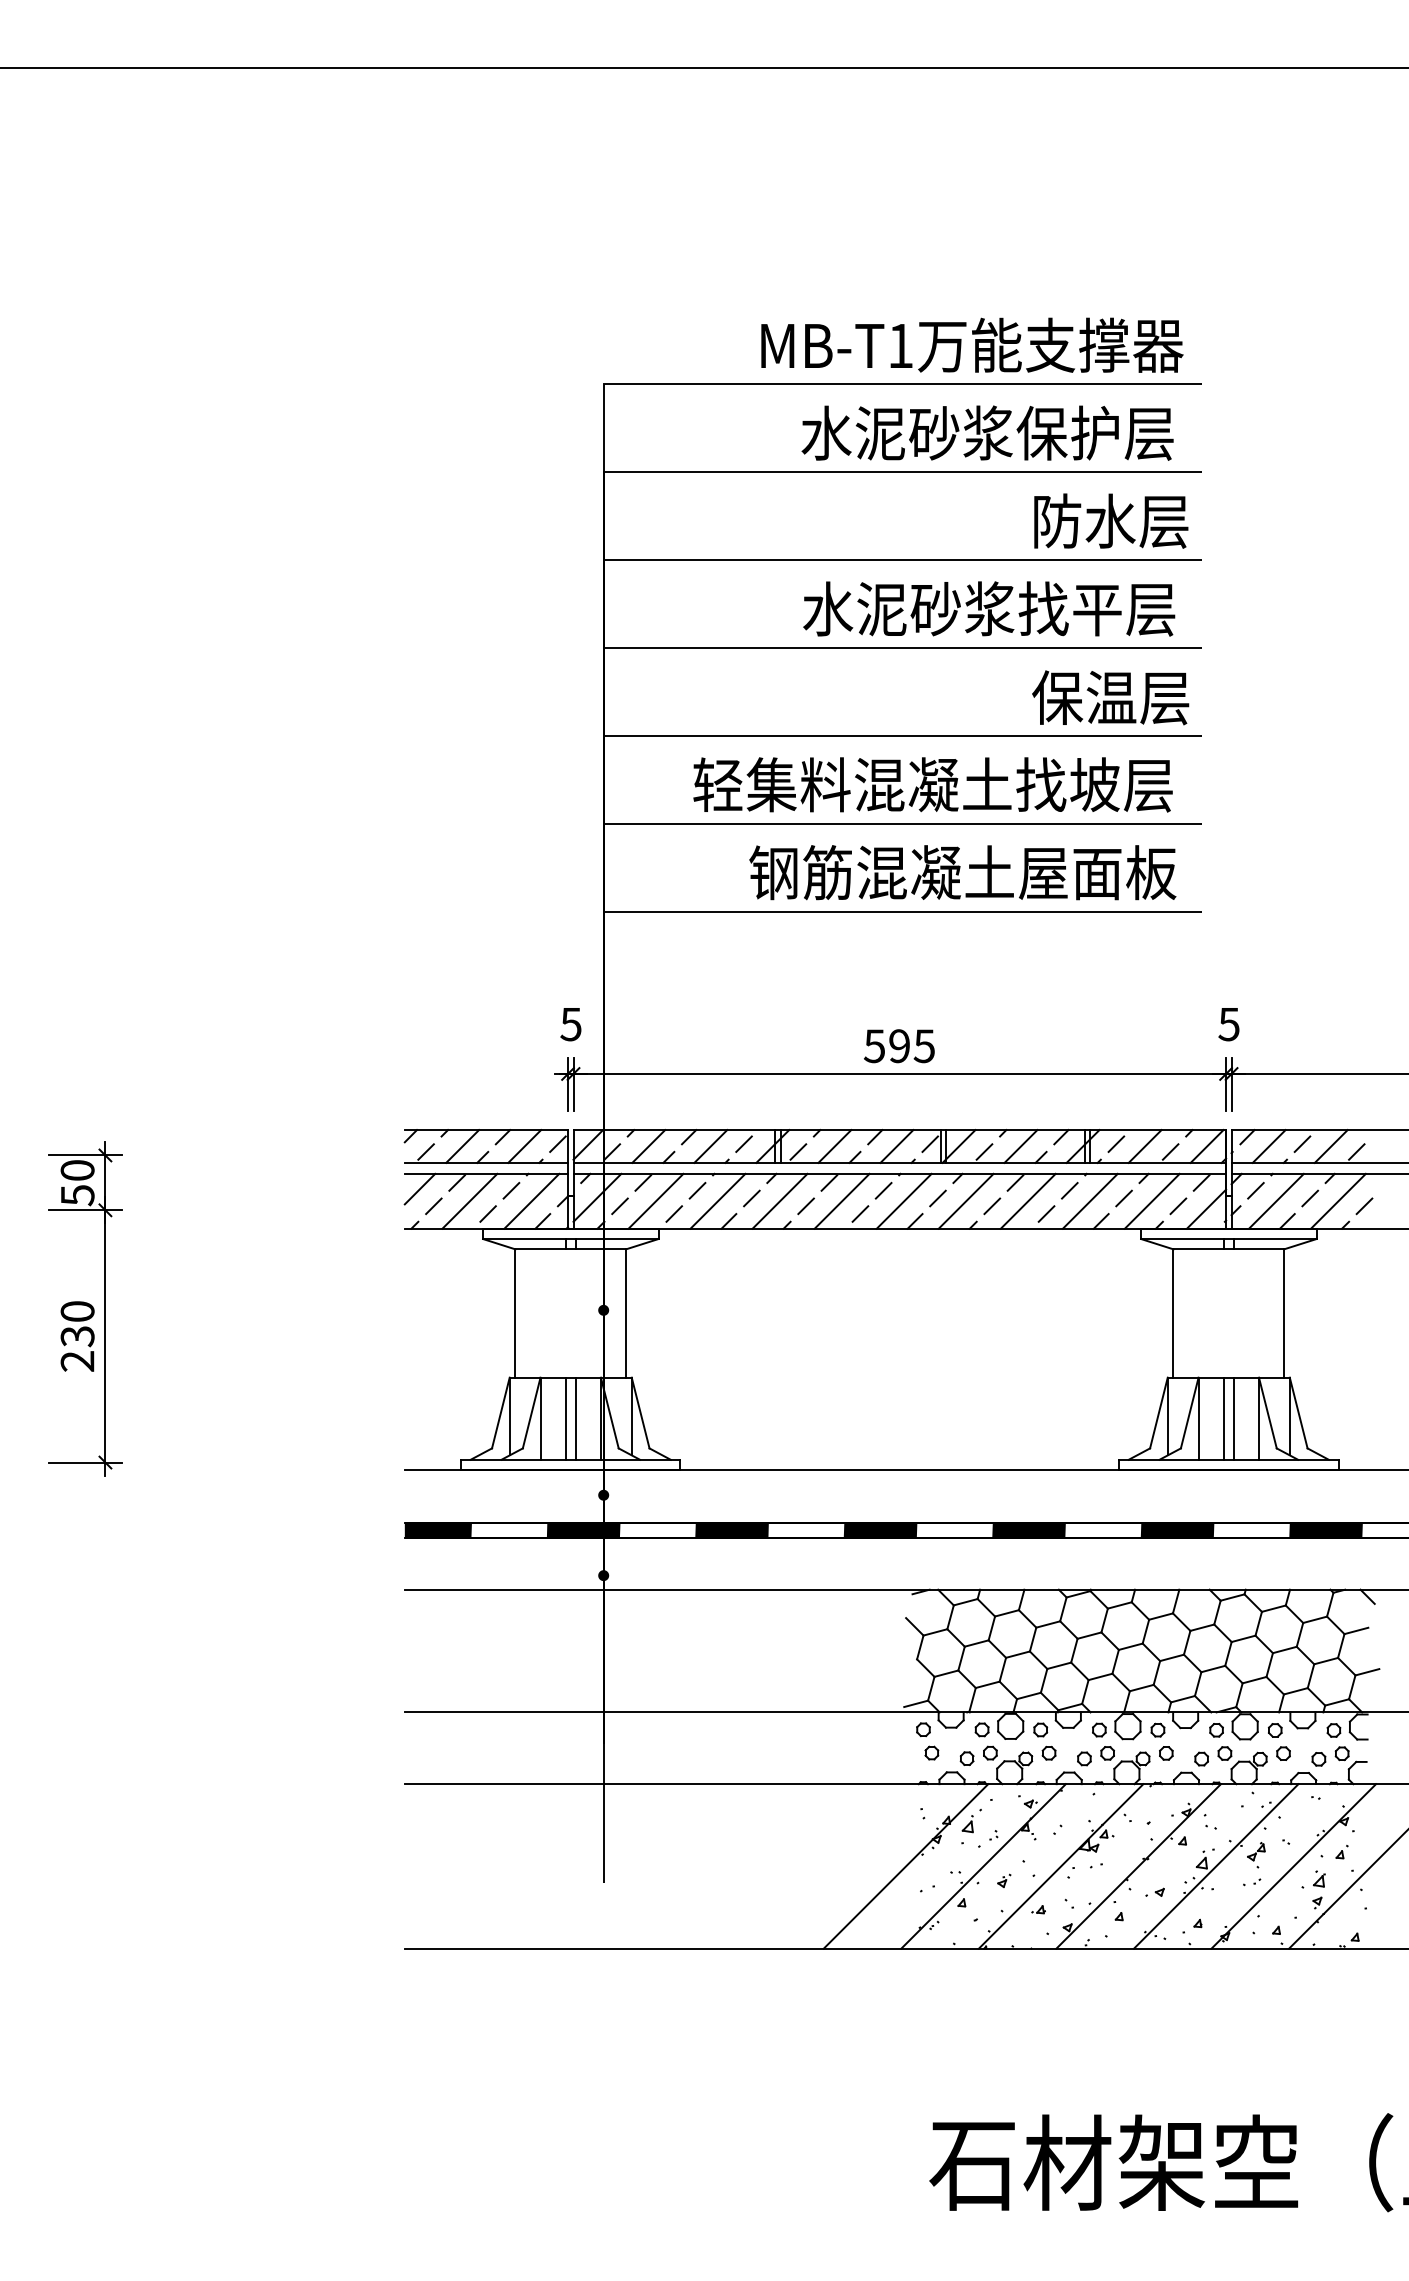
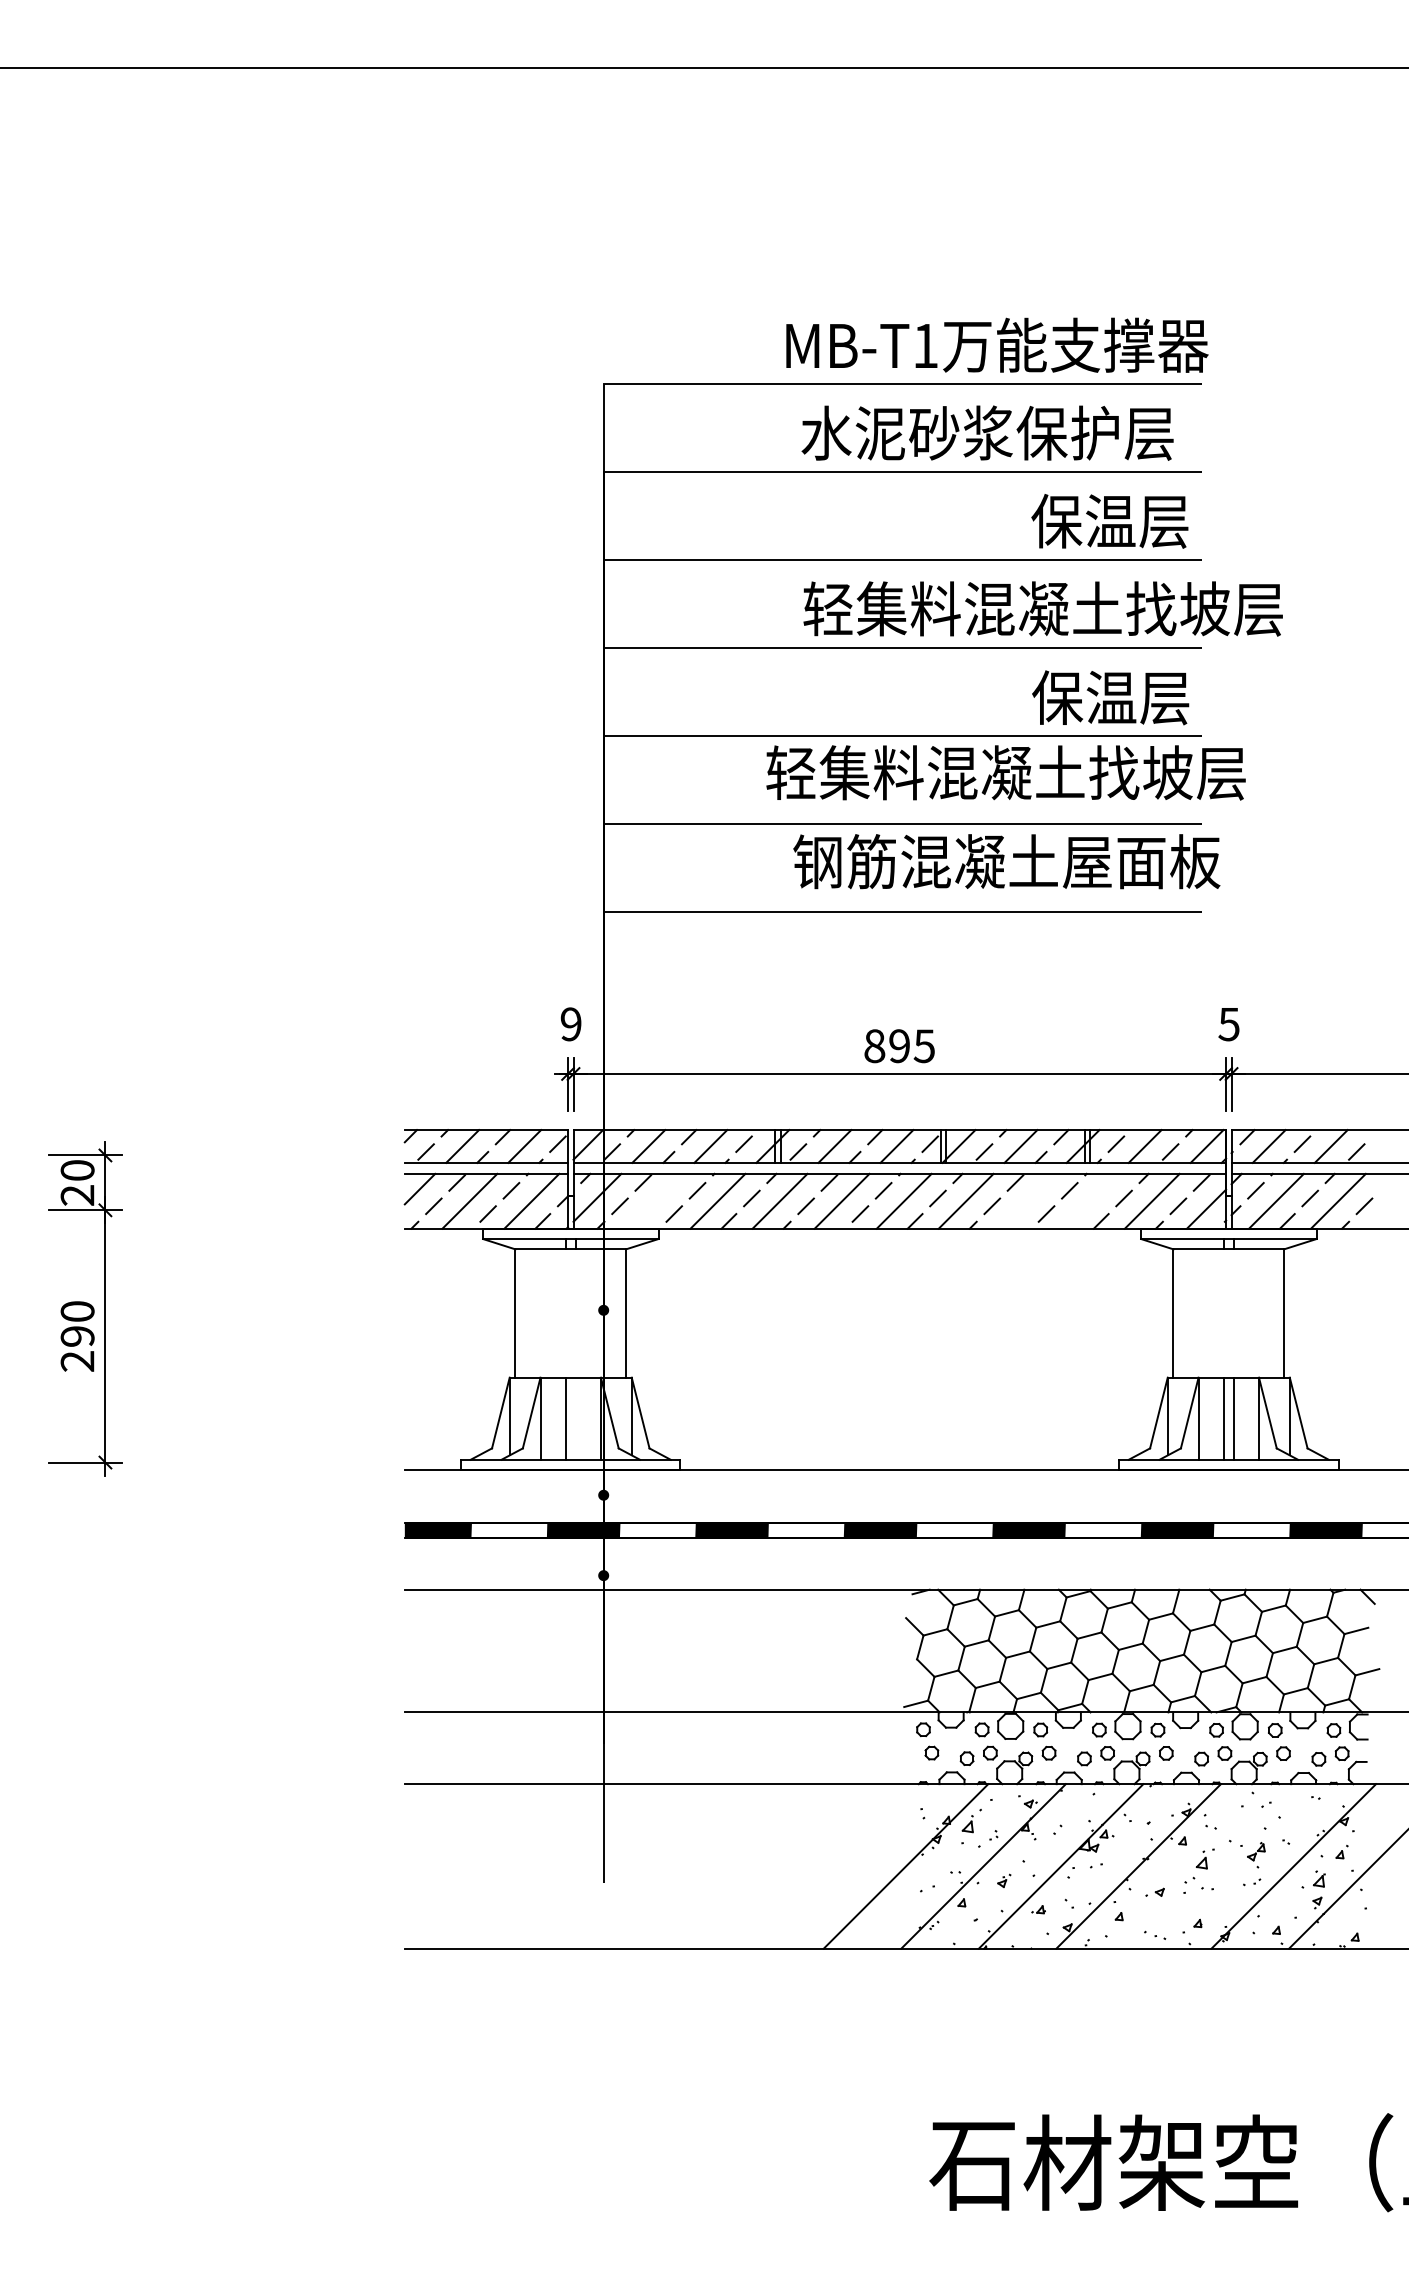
text at (972, 344) position: (972, 344) -> (997, 344)
text at (1083, 520): 防水层 -> 保温层
text at (1042, 608): 水泥砂浆找平层 -> 轻集料混凝土找坡层
text at (932, 784) position: (932, 784) -> (1005, 772)
text at (962, 872) position: (962, 872) -> (1006, 861)
text at (570, 1024): 5 -> 9
text at (874, 1046): 595 -> 895
text at (77, 1195): 50 -> 20
line at (655, 1200): present -> none
line at (1027, 1200): present -> none
line at (1089, 1200): present -> none
text at (77, 1336): 230 -> 290
line at (575, 1418): present -> none
line at (1215, 1866): present -> none
